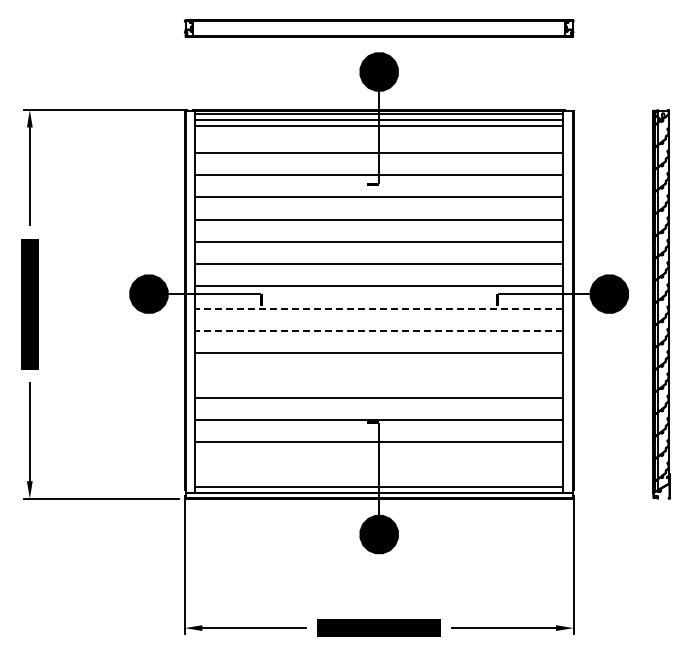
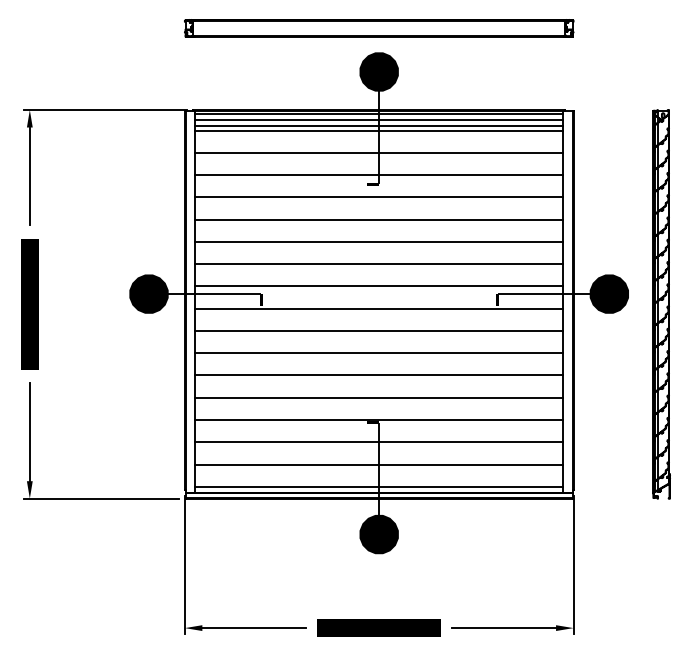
line at (378, 130): none -> present
line at (378, 308): dashed -> solid
line at (378, 330): dashed -> solid
line at (378, 375): none -> present
line at (378, 464): none -> present
